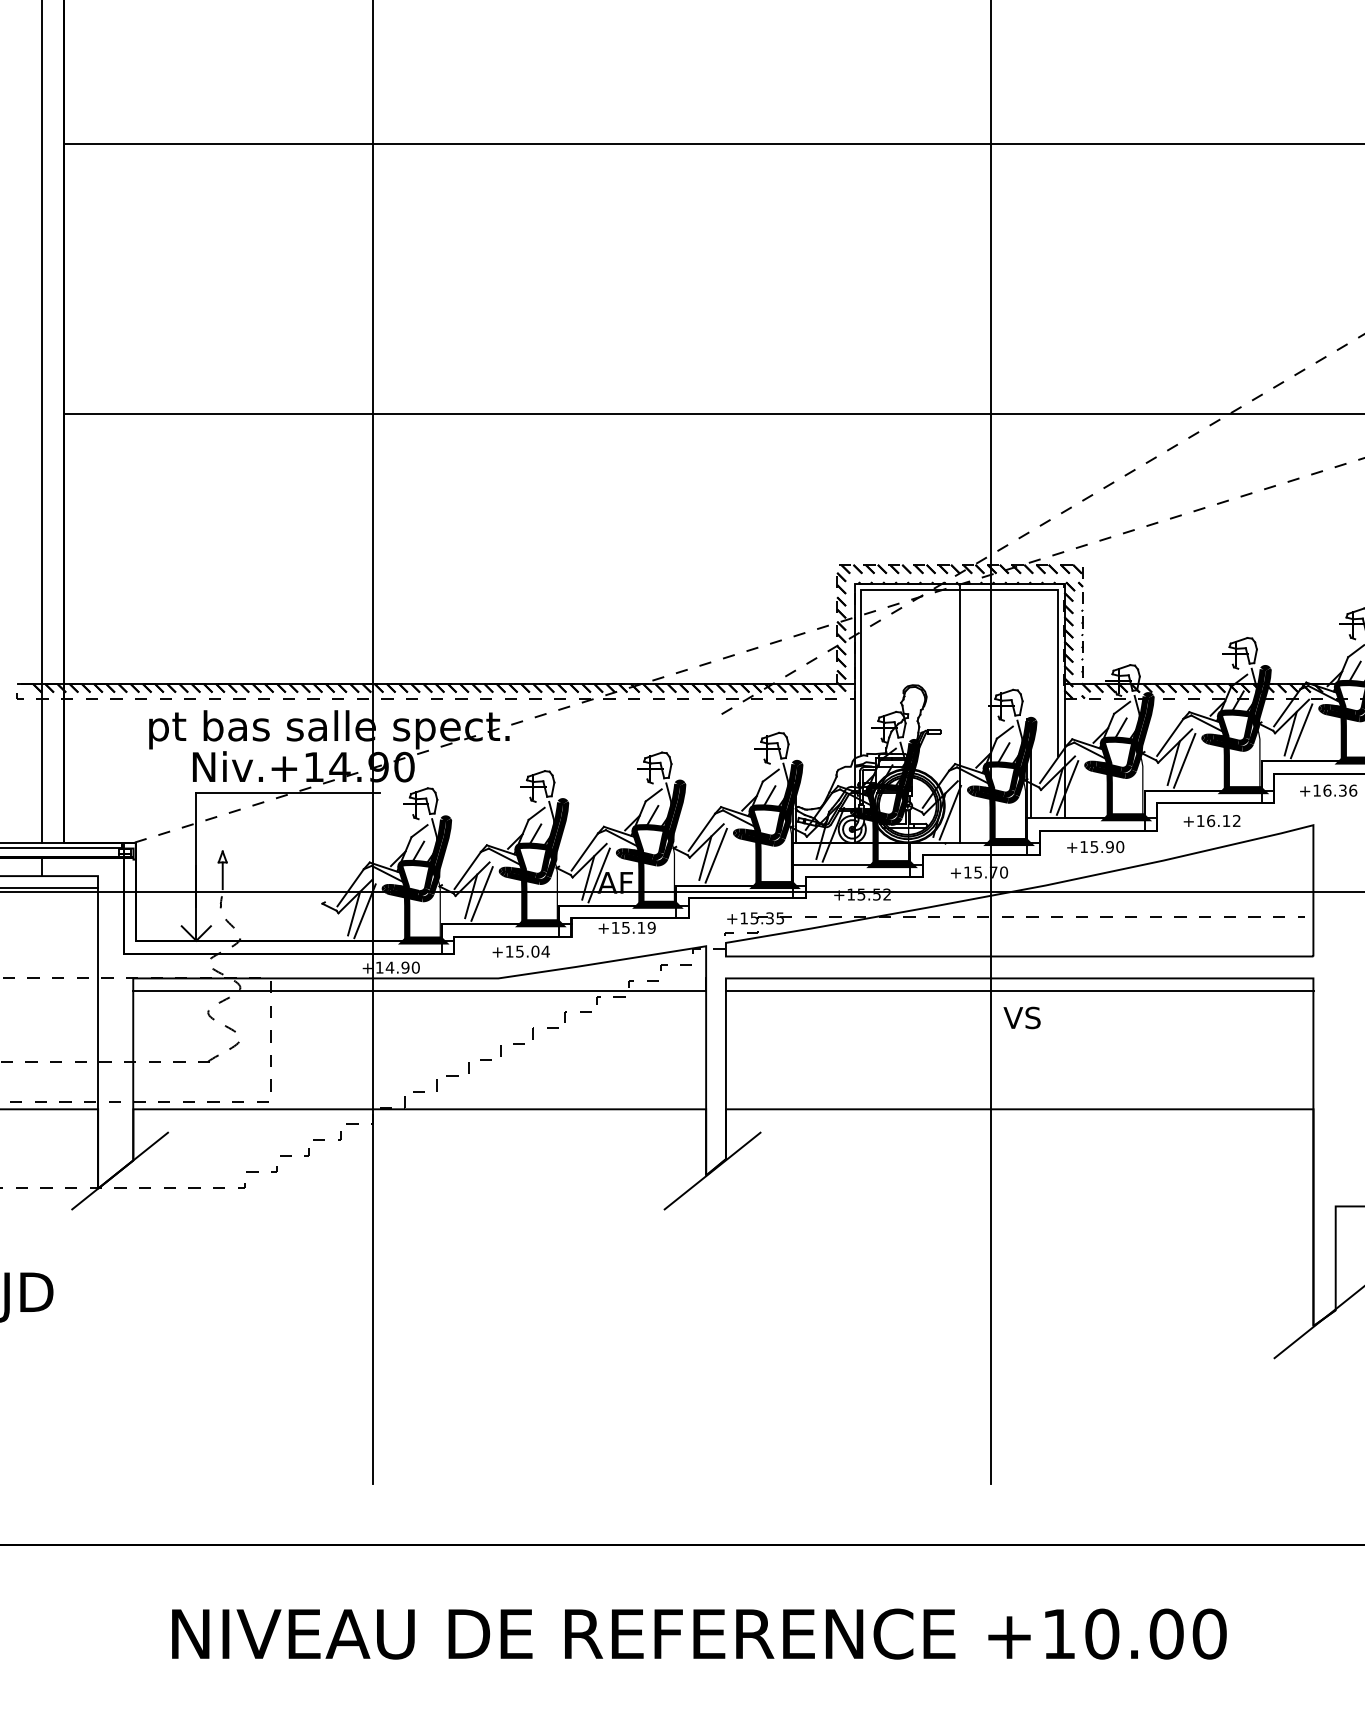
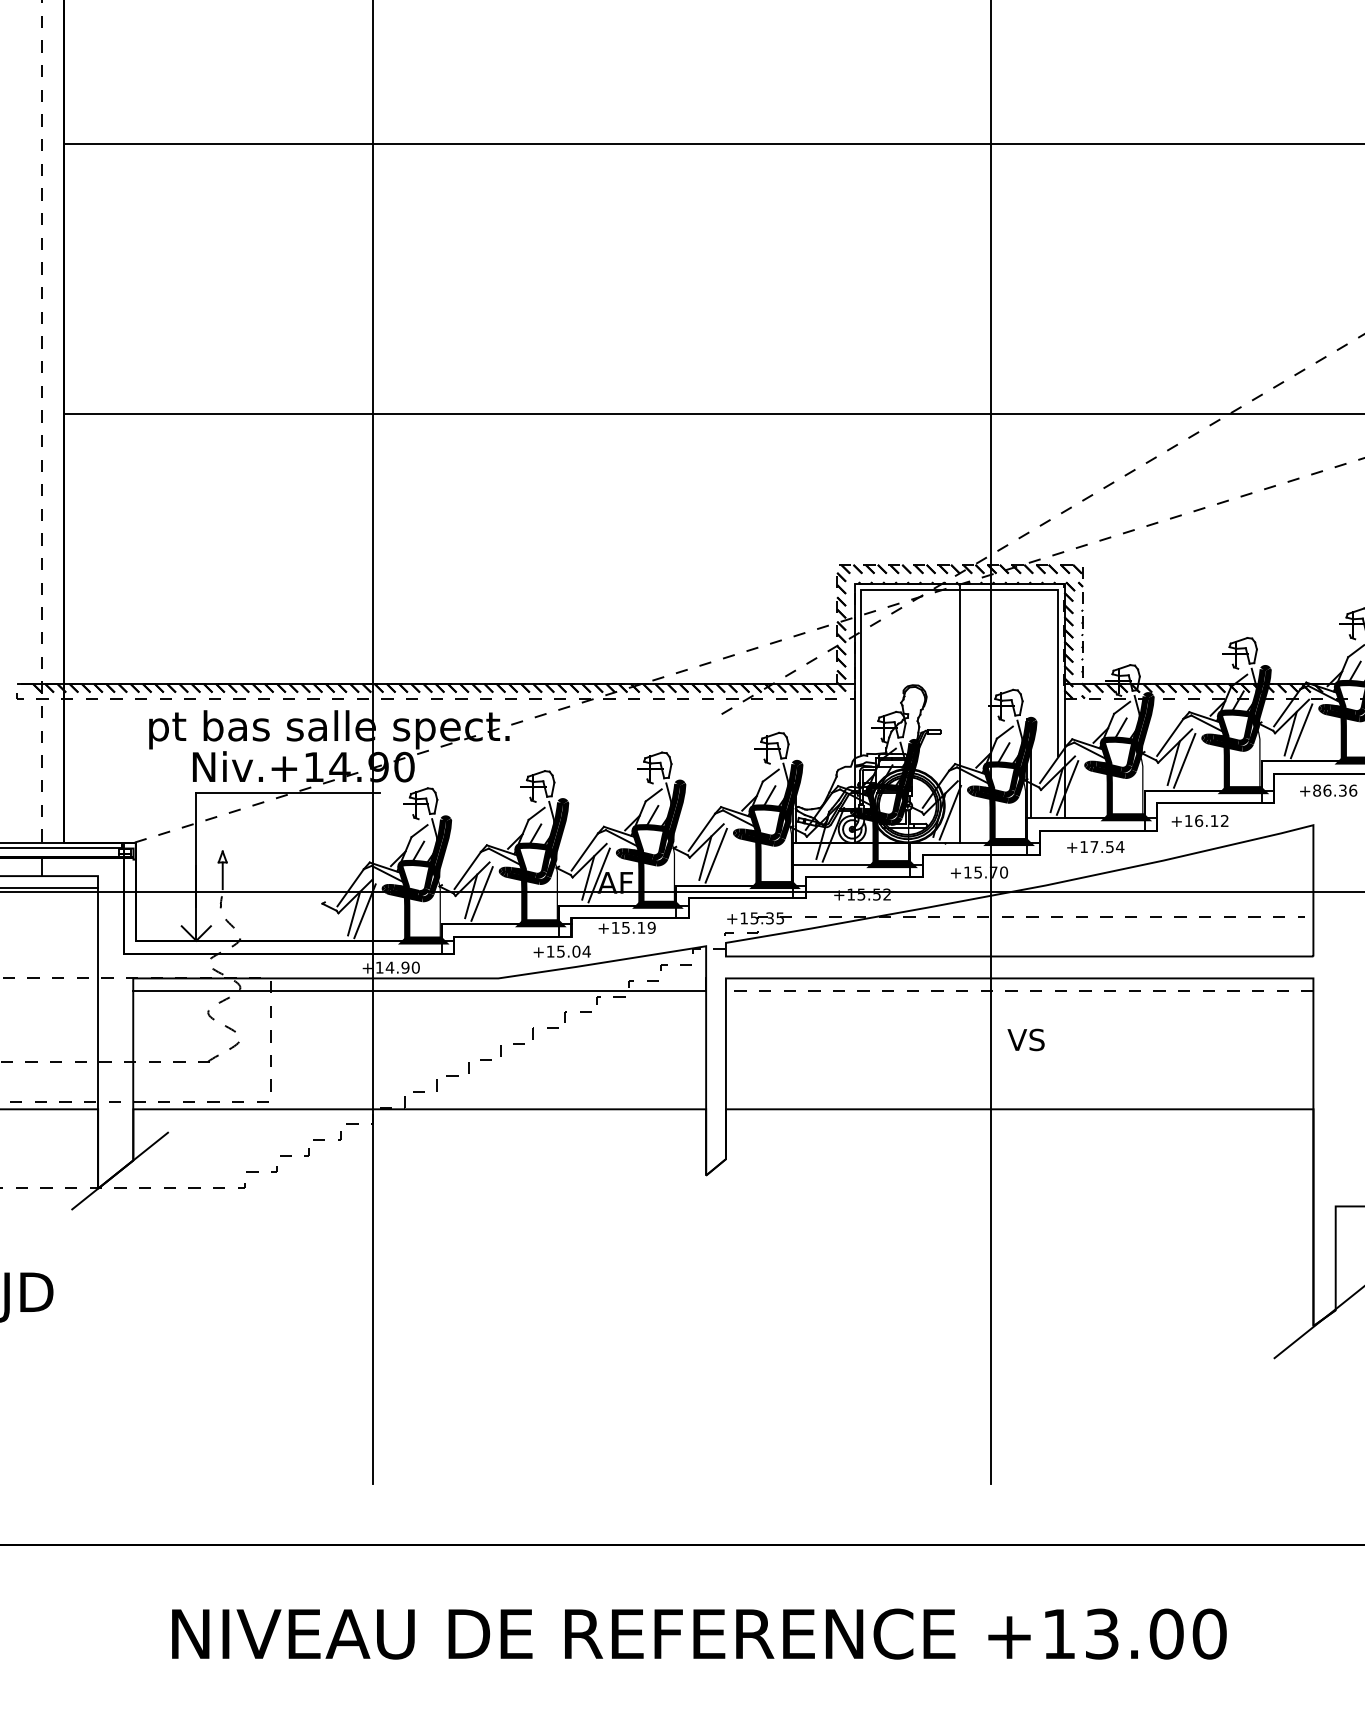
line at (42, 421): solid -> dashed
text at (1317, 790): +16.36 -> +86.36
text at (1211, 821) position: (1211, 821) -> (1199, 821)
text at (1107, 847): +15.90 -> +17.54
text at (520, 951) position: (520, 951) -> (561, 951)
line at (1019, 990): solid -> dashed
text at (1021, 1017) position: (1021, 1017) -> (1025, 1039)
line at (712, 1170): present -> none
text at (1102, 1633): +10.00 -> +13.00
